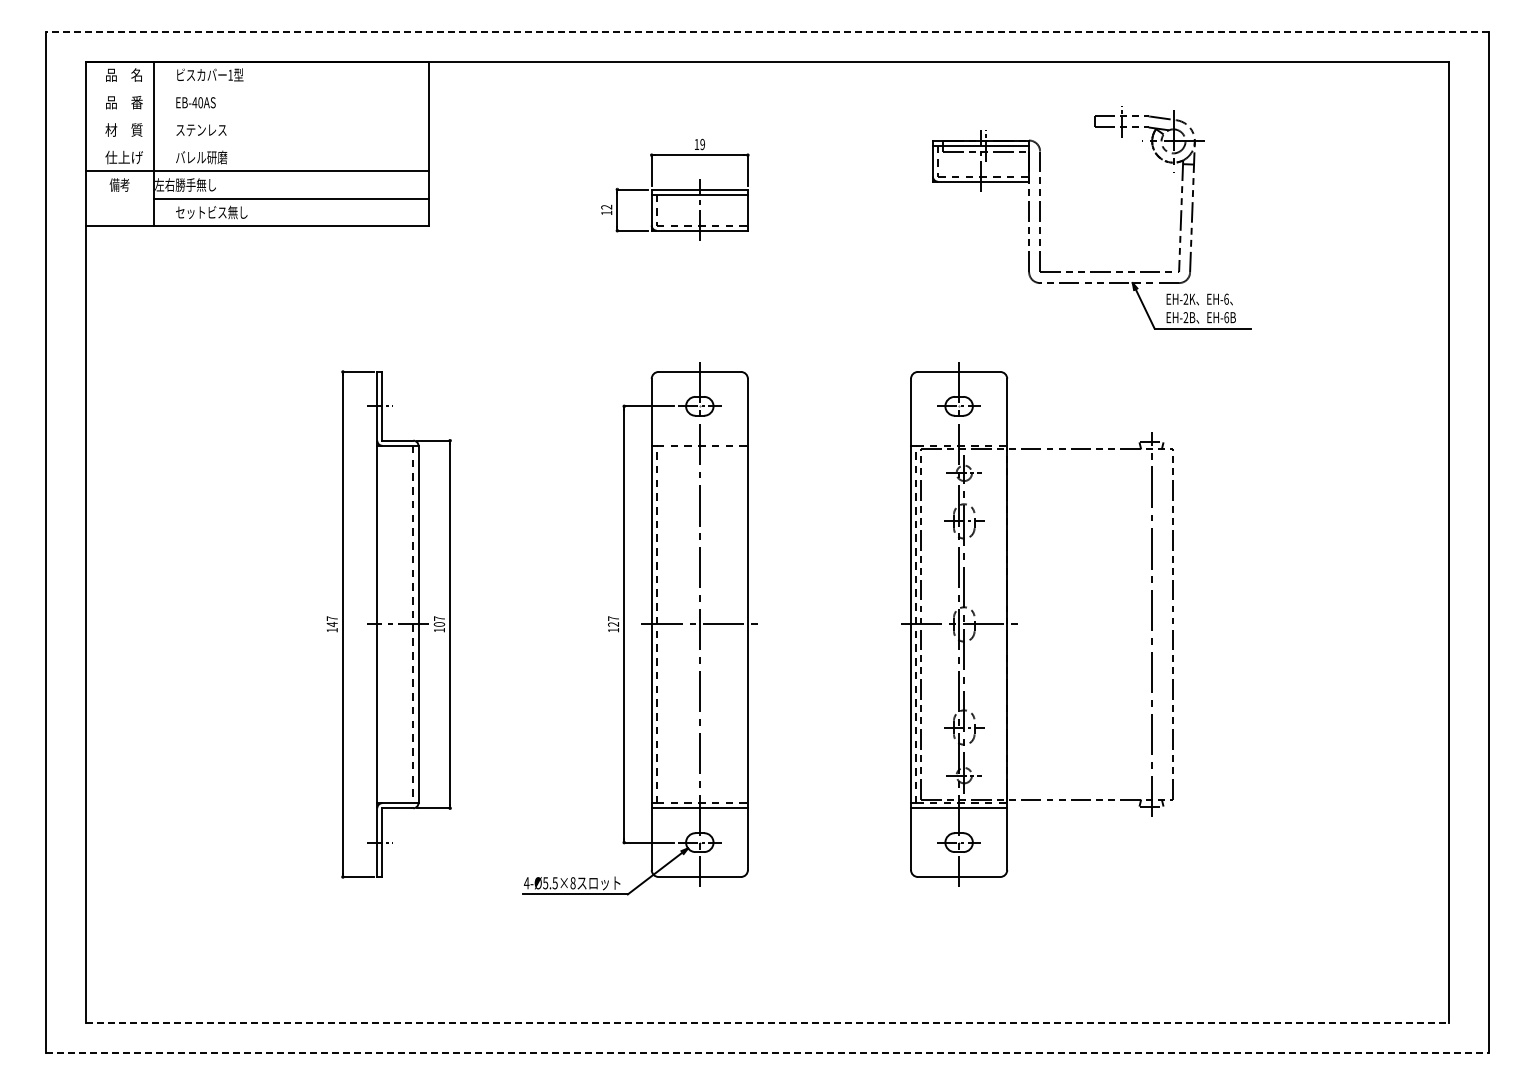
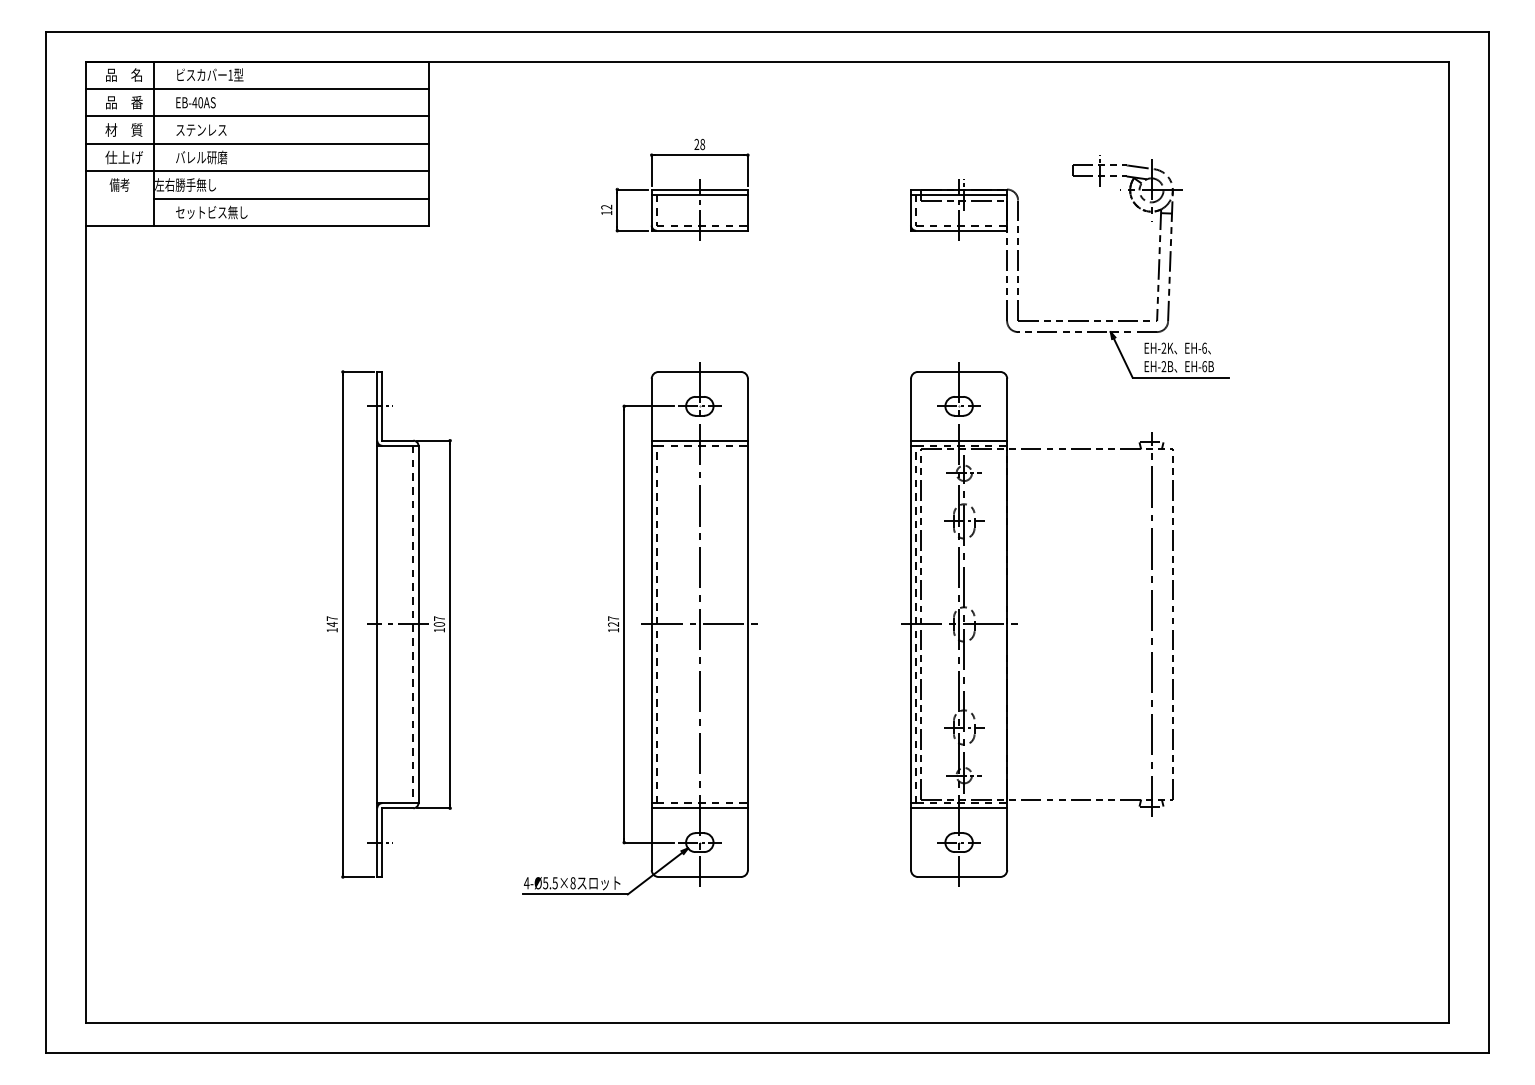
line at (767, 32): dashed -> solid
line at (257, 89): none -> present
line at (257, 116): none -> present
line at (257, 143): none -> present
text at (699, 143): 19 -> 28
part at (1040, 217) position: (1040, 217) -> (1018, 266)
line at (699, 440): none -> present
line at (959, 440): none -> present
line at (767, 1023): dashed -> solid
line at (767, 1052): dashed -> solid
